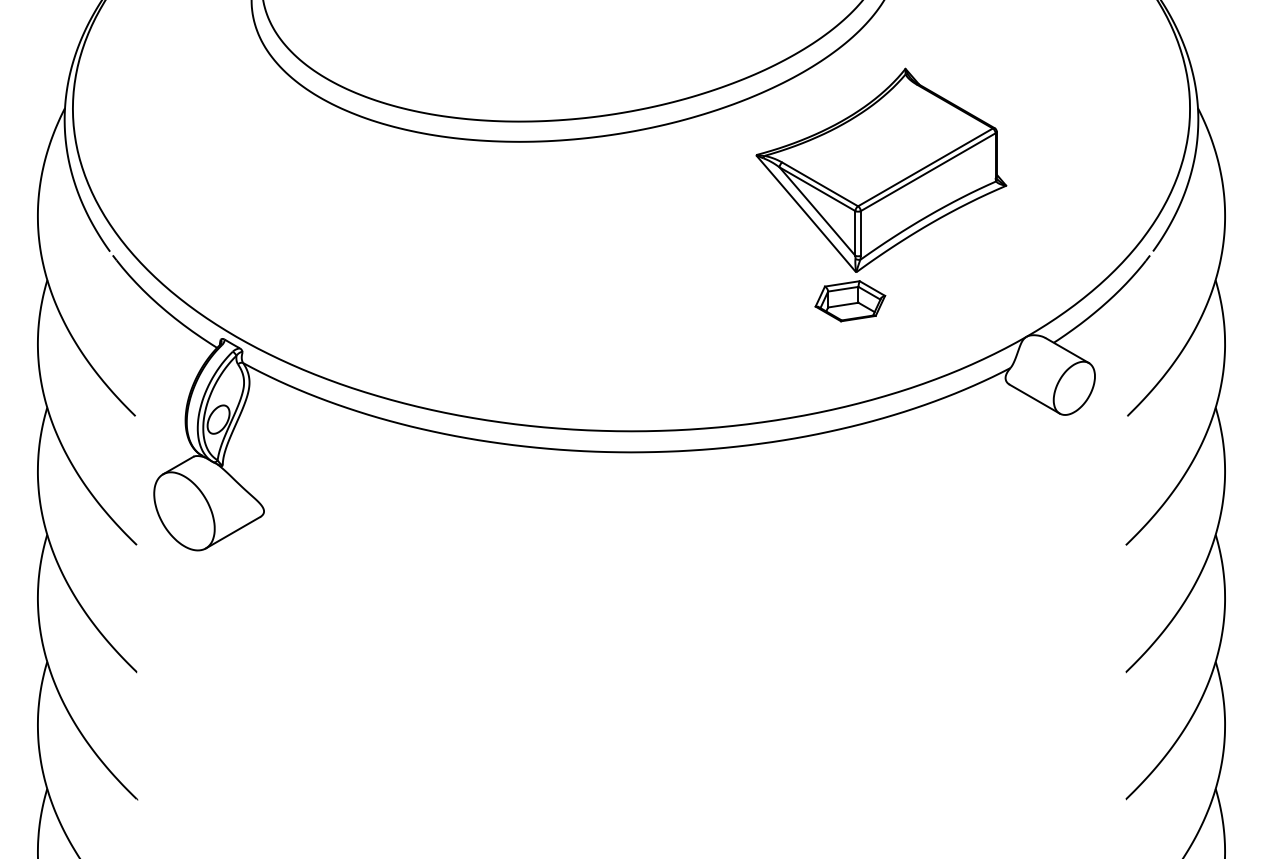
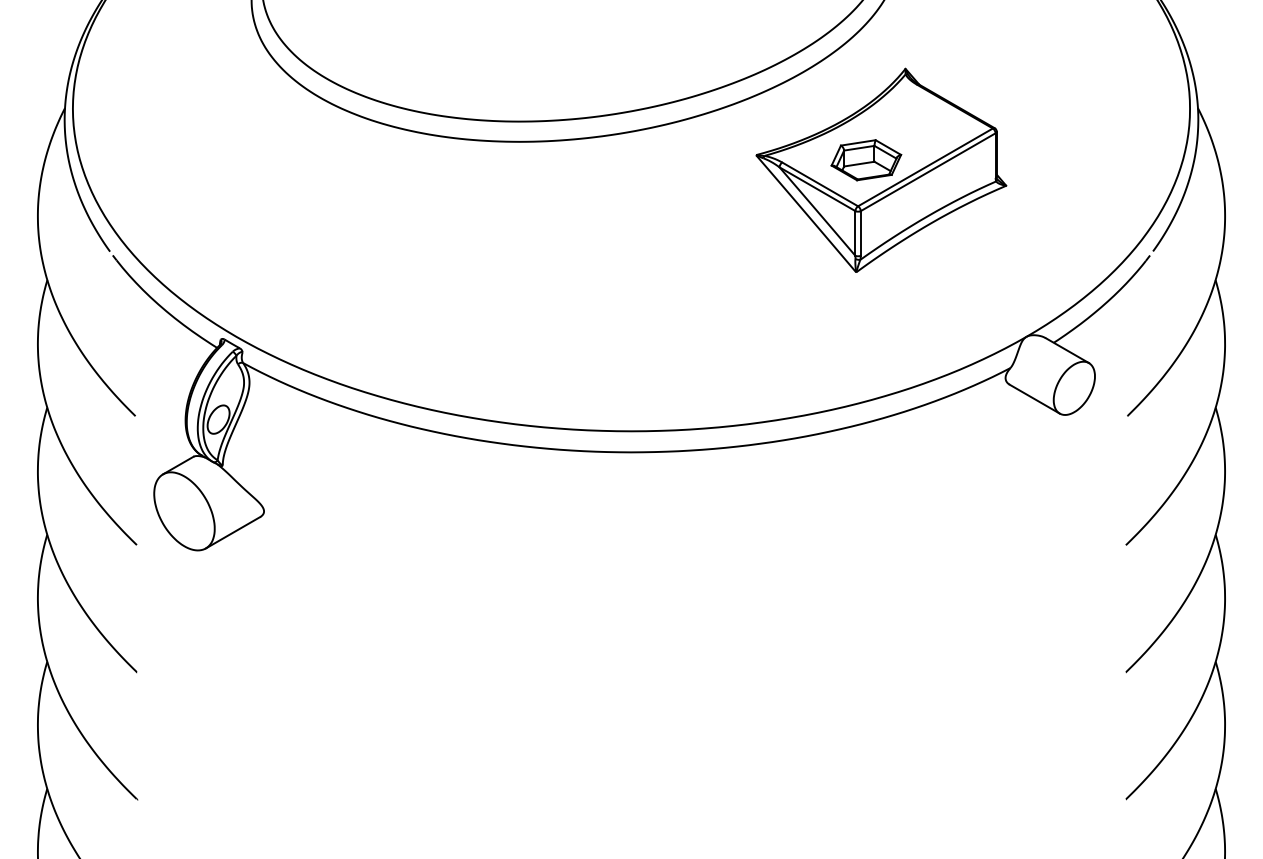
part at (850, 301) position: (850, 301) -> (866, 160)
